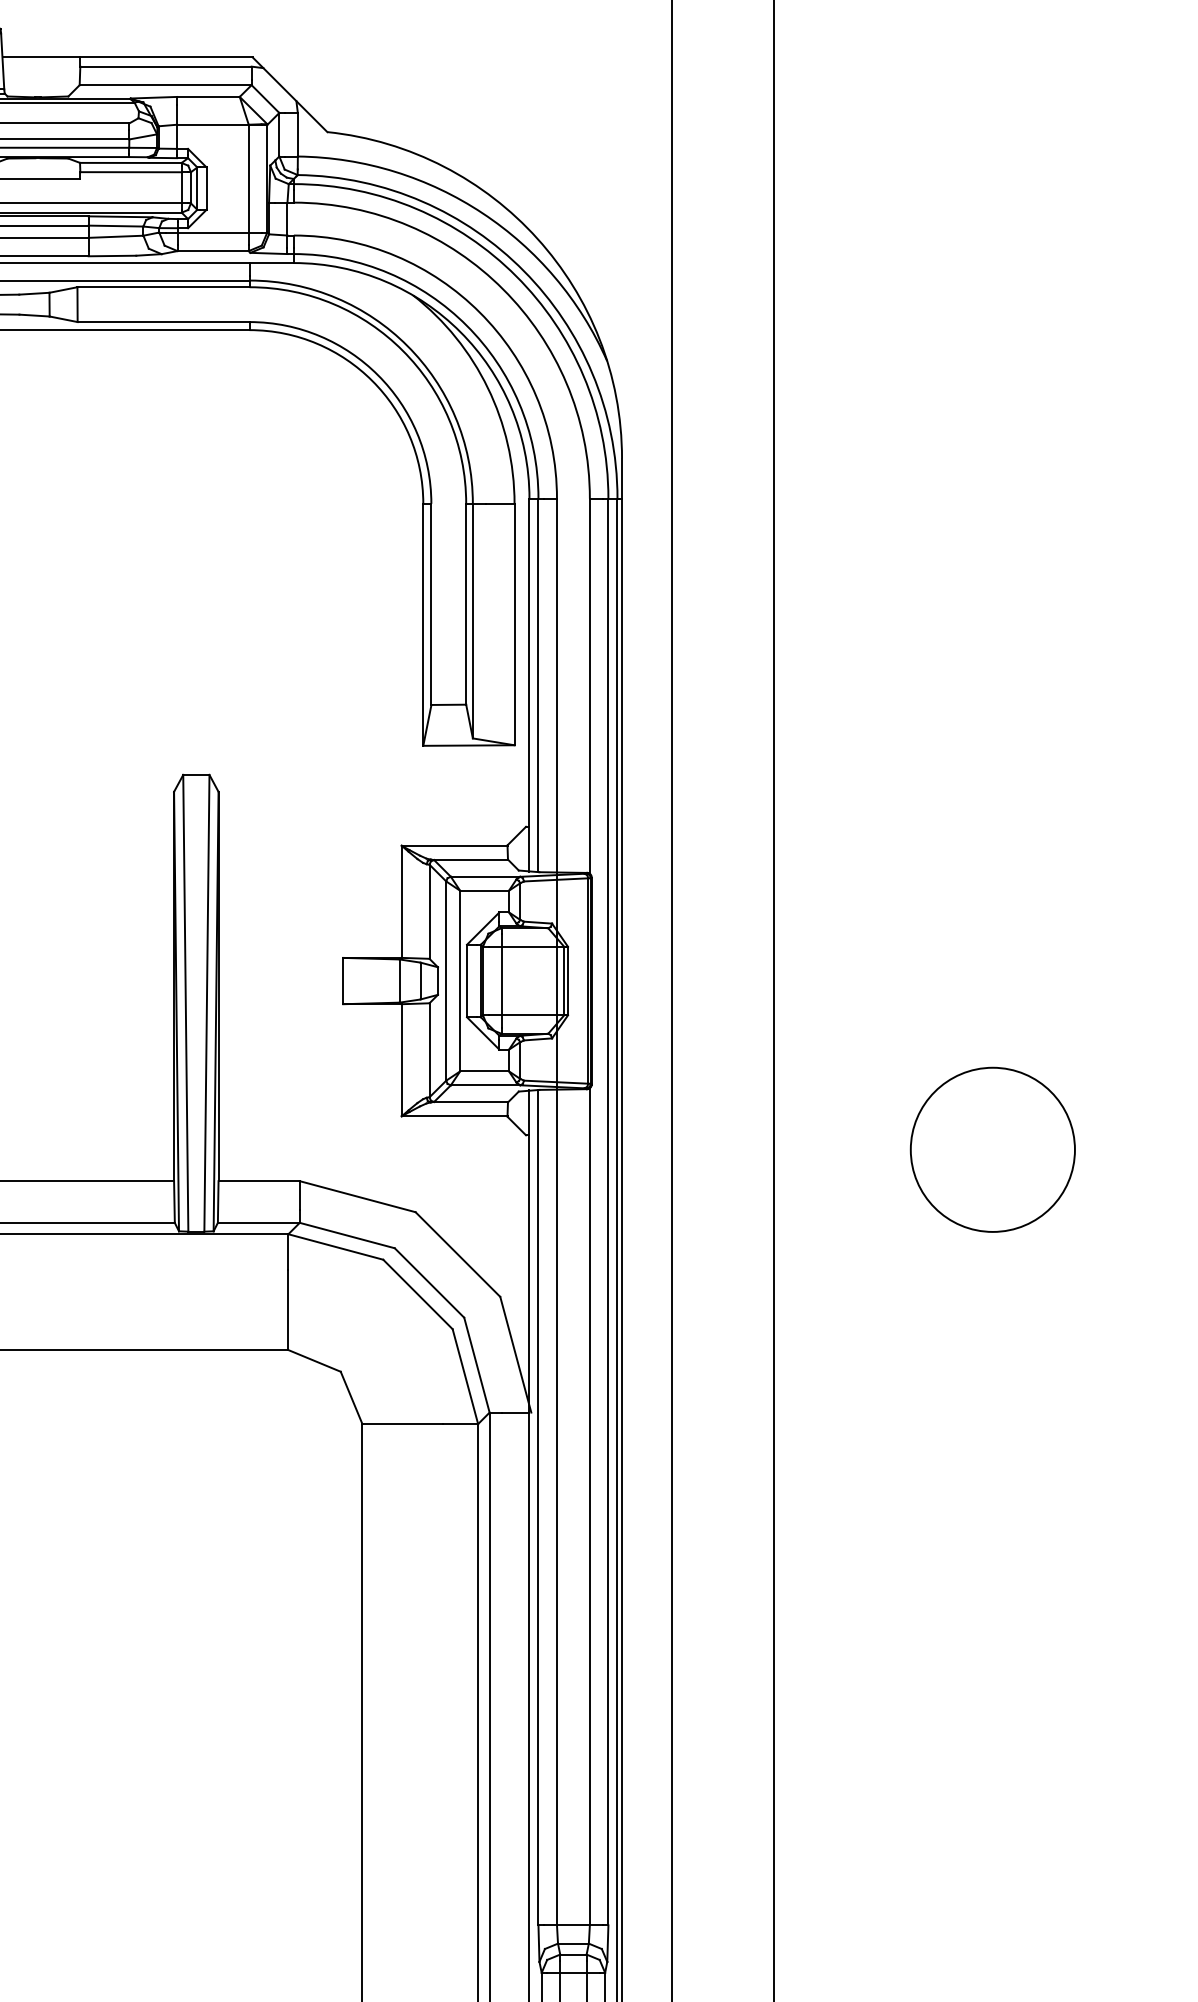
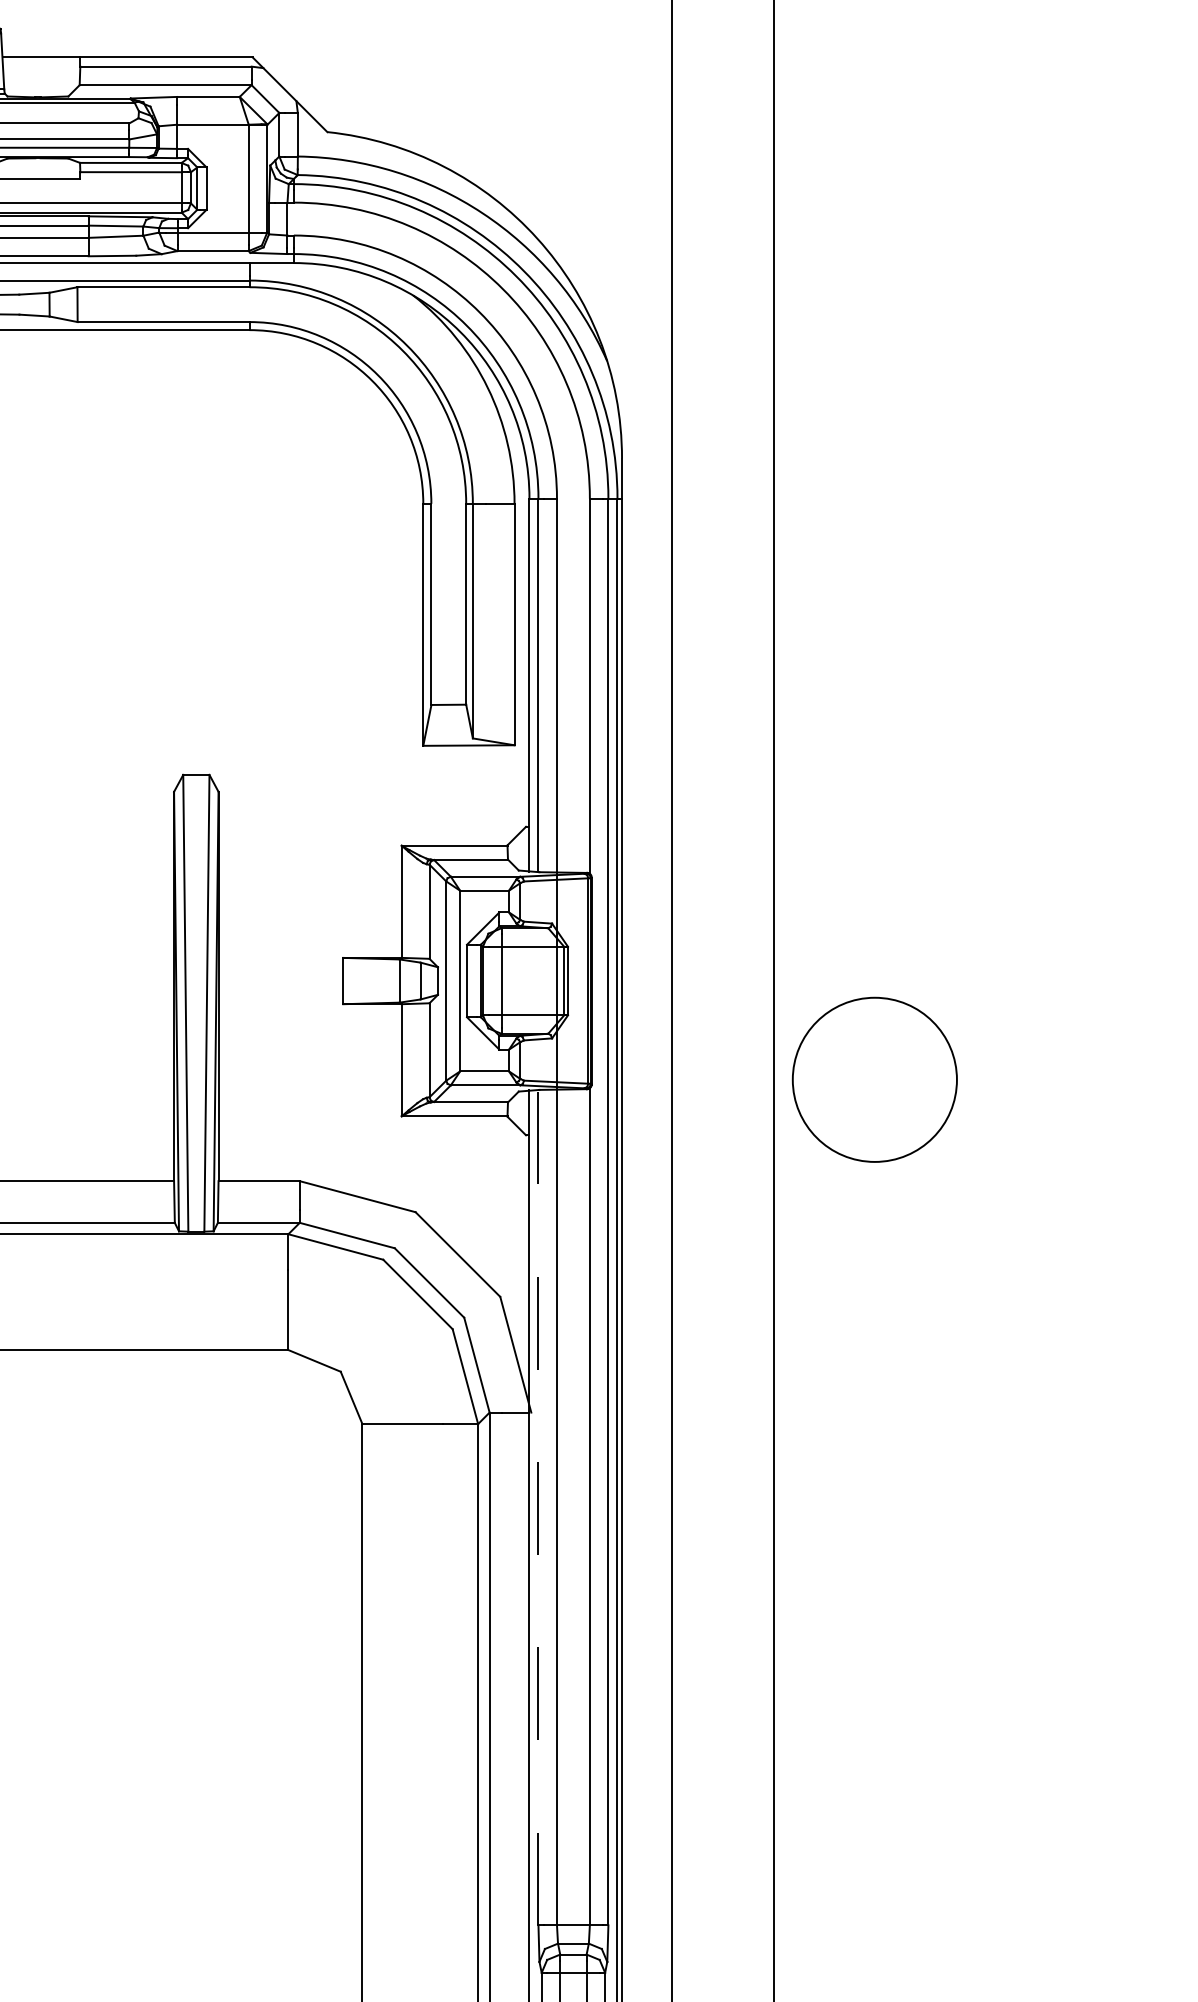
circle at (992, 1149) position: (992, 1149) -> (874, 1079)
line at (538, 1507): solid -> dashed
